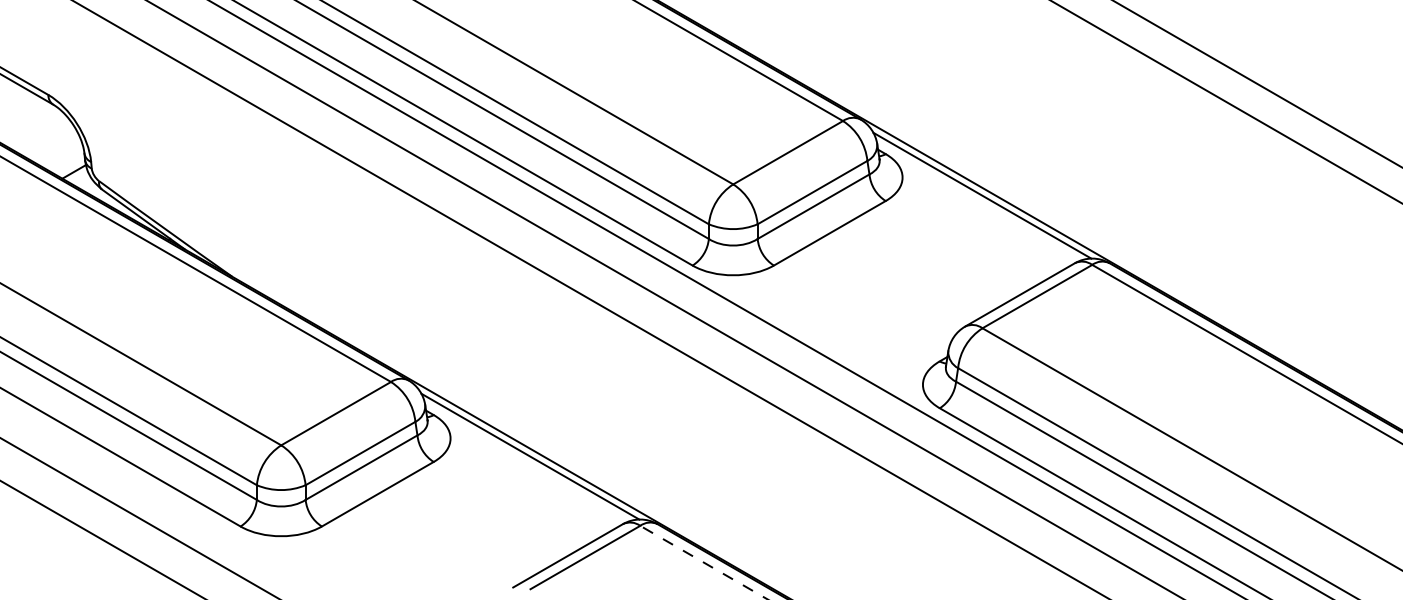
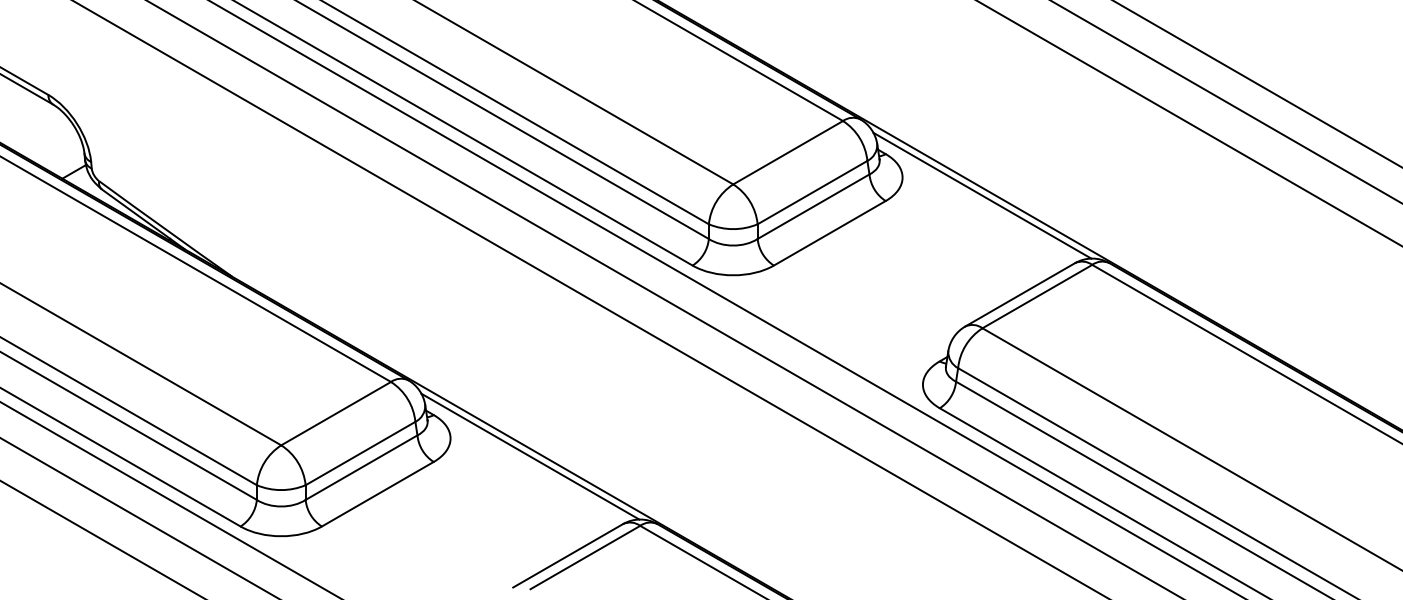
line at (1189, 123): none -> present
line at (169, 499): none -> present
line at (704, 562): dashed -> solid
